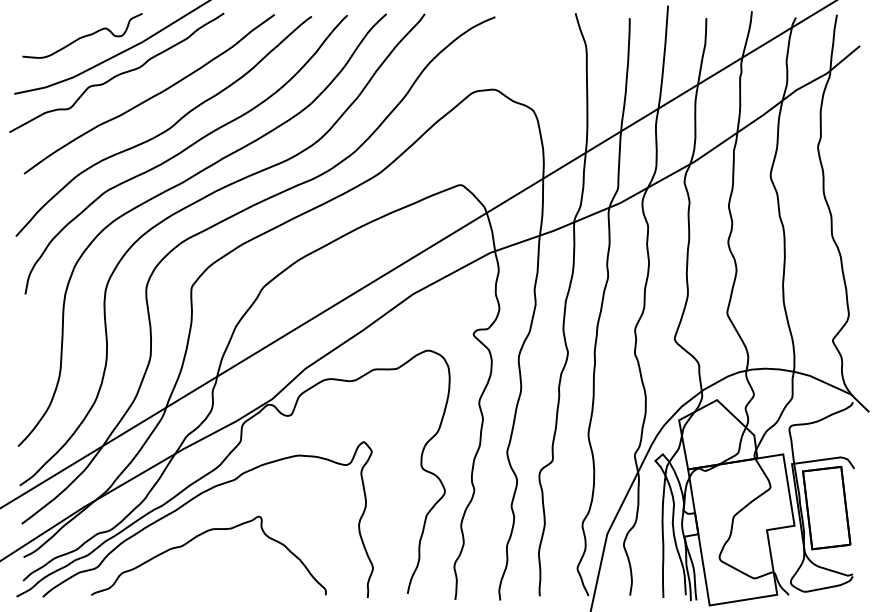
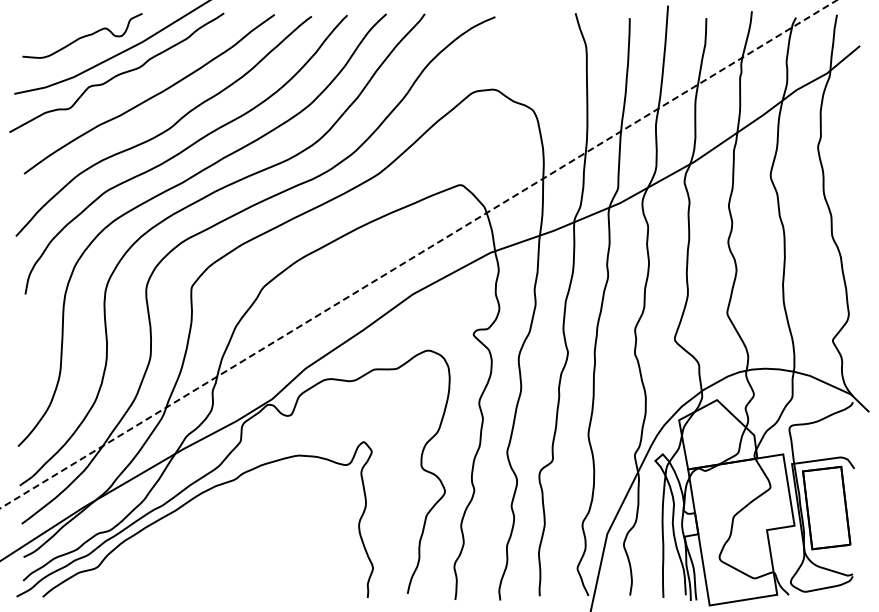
line at (417, 254): solid -> dashed
curve at (199, 536): present -> none
